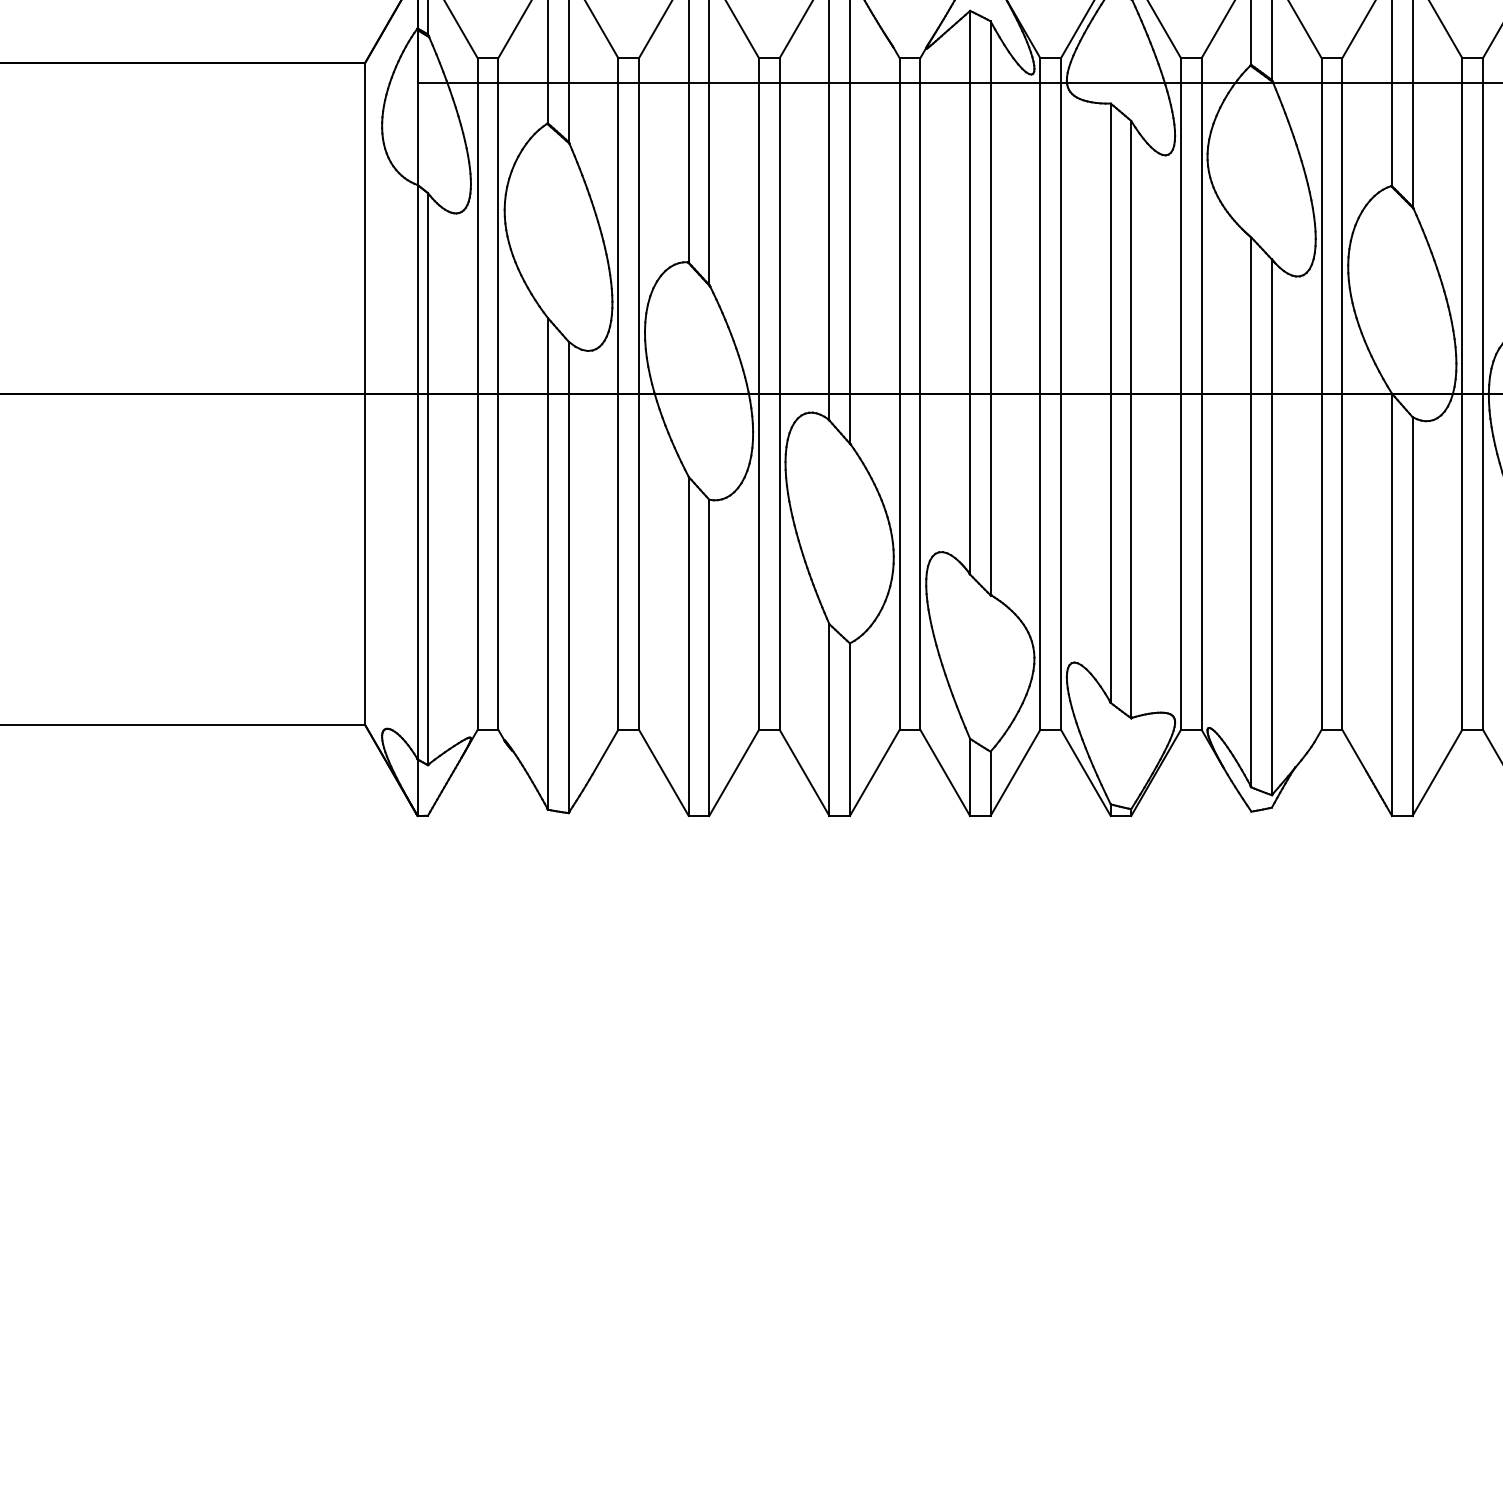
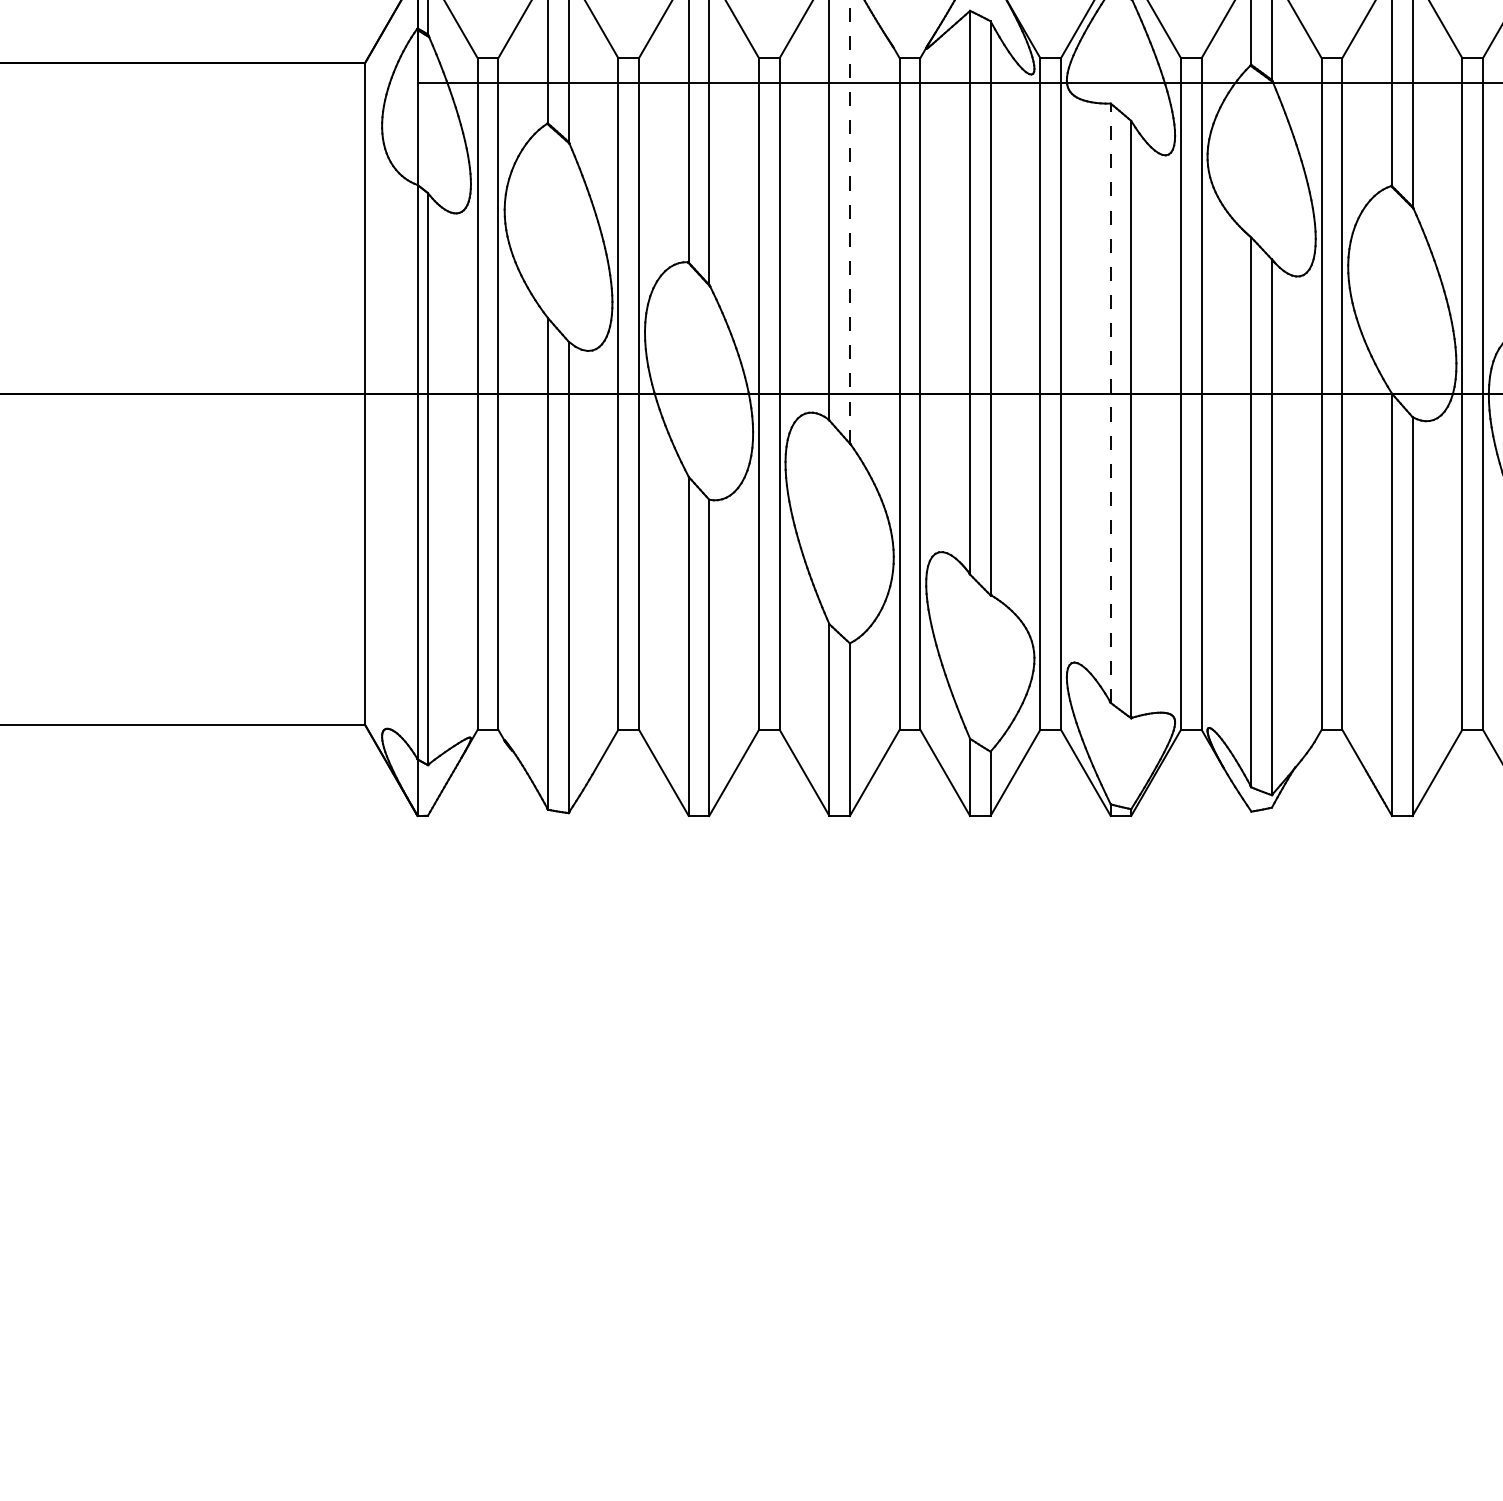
line at (849, 222): solid -> dashed
line at (1110, 403): solid -> dashed
